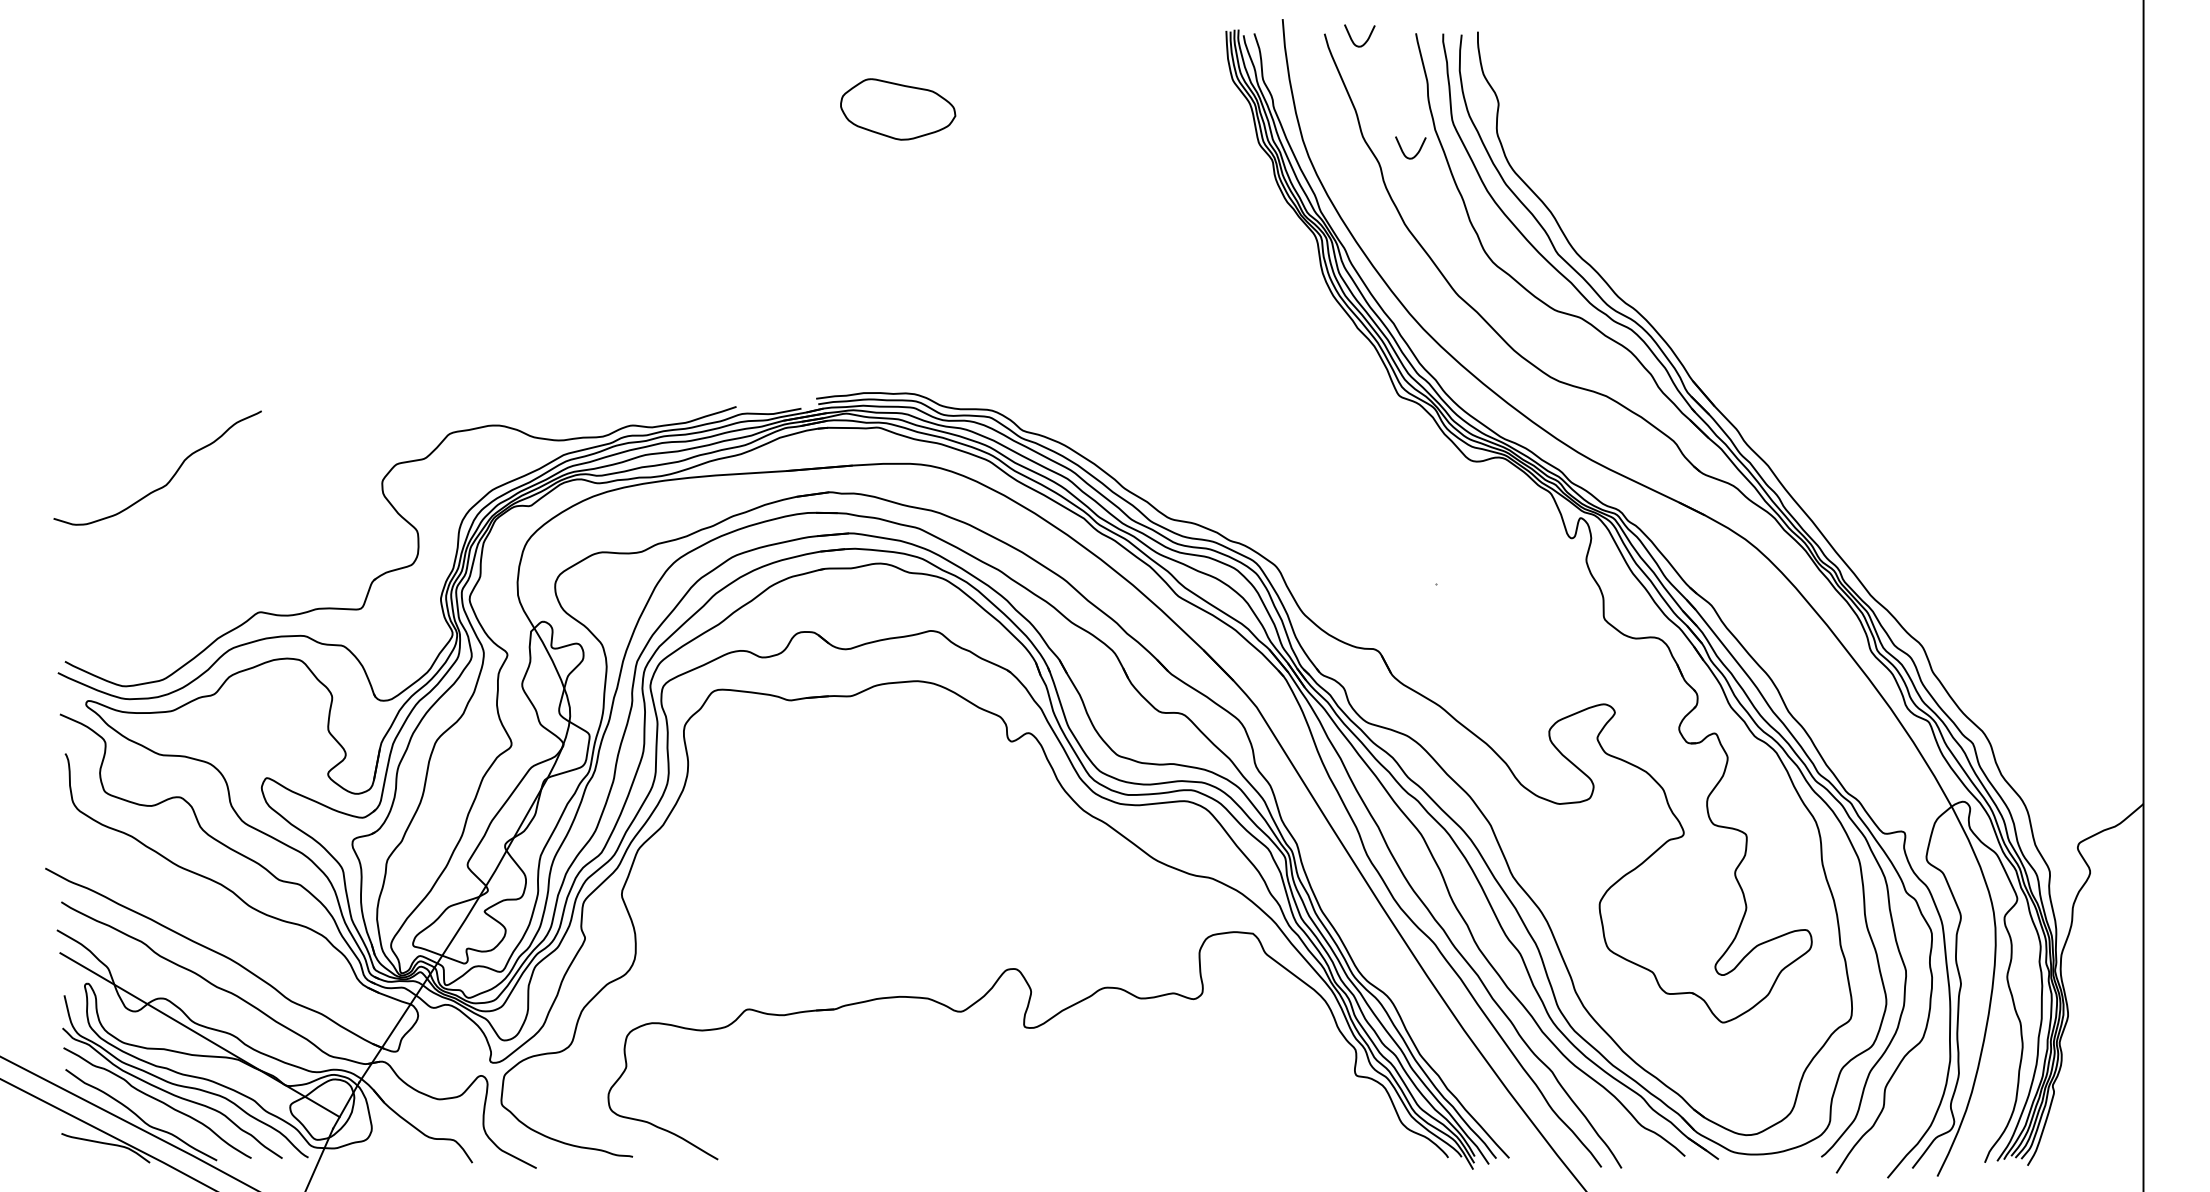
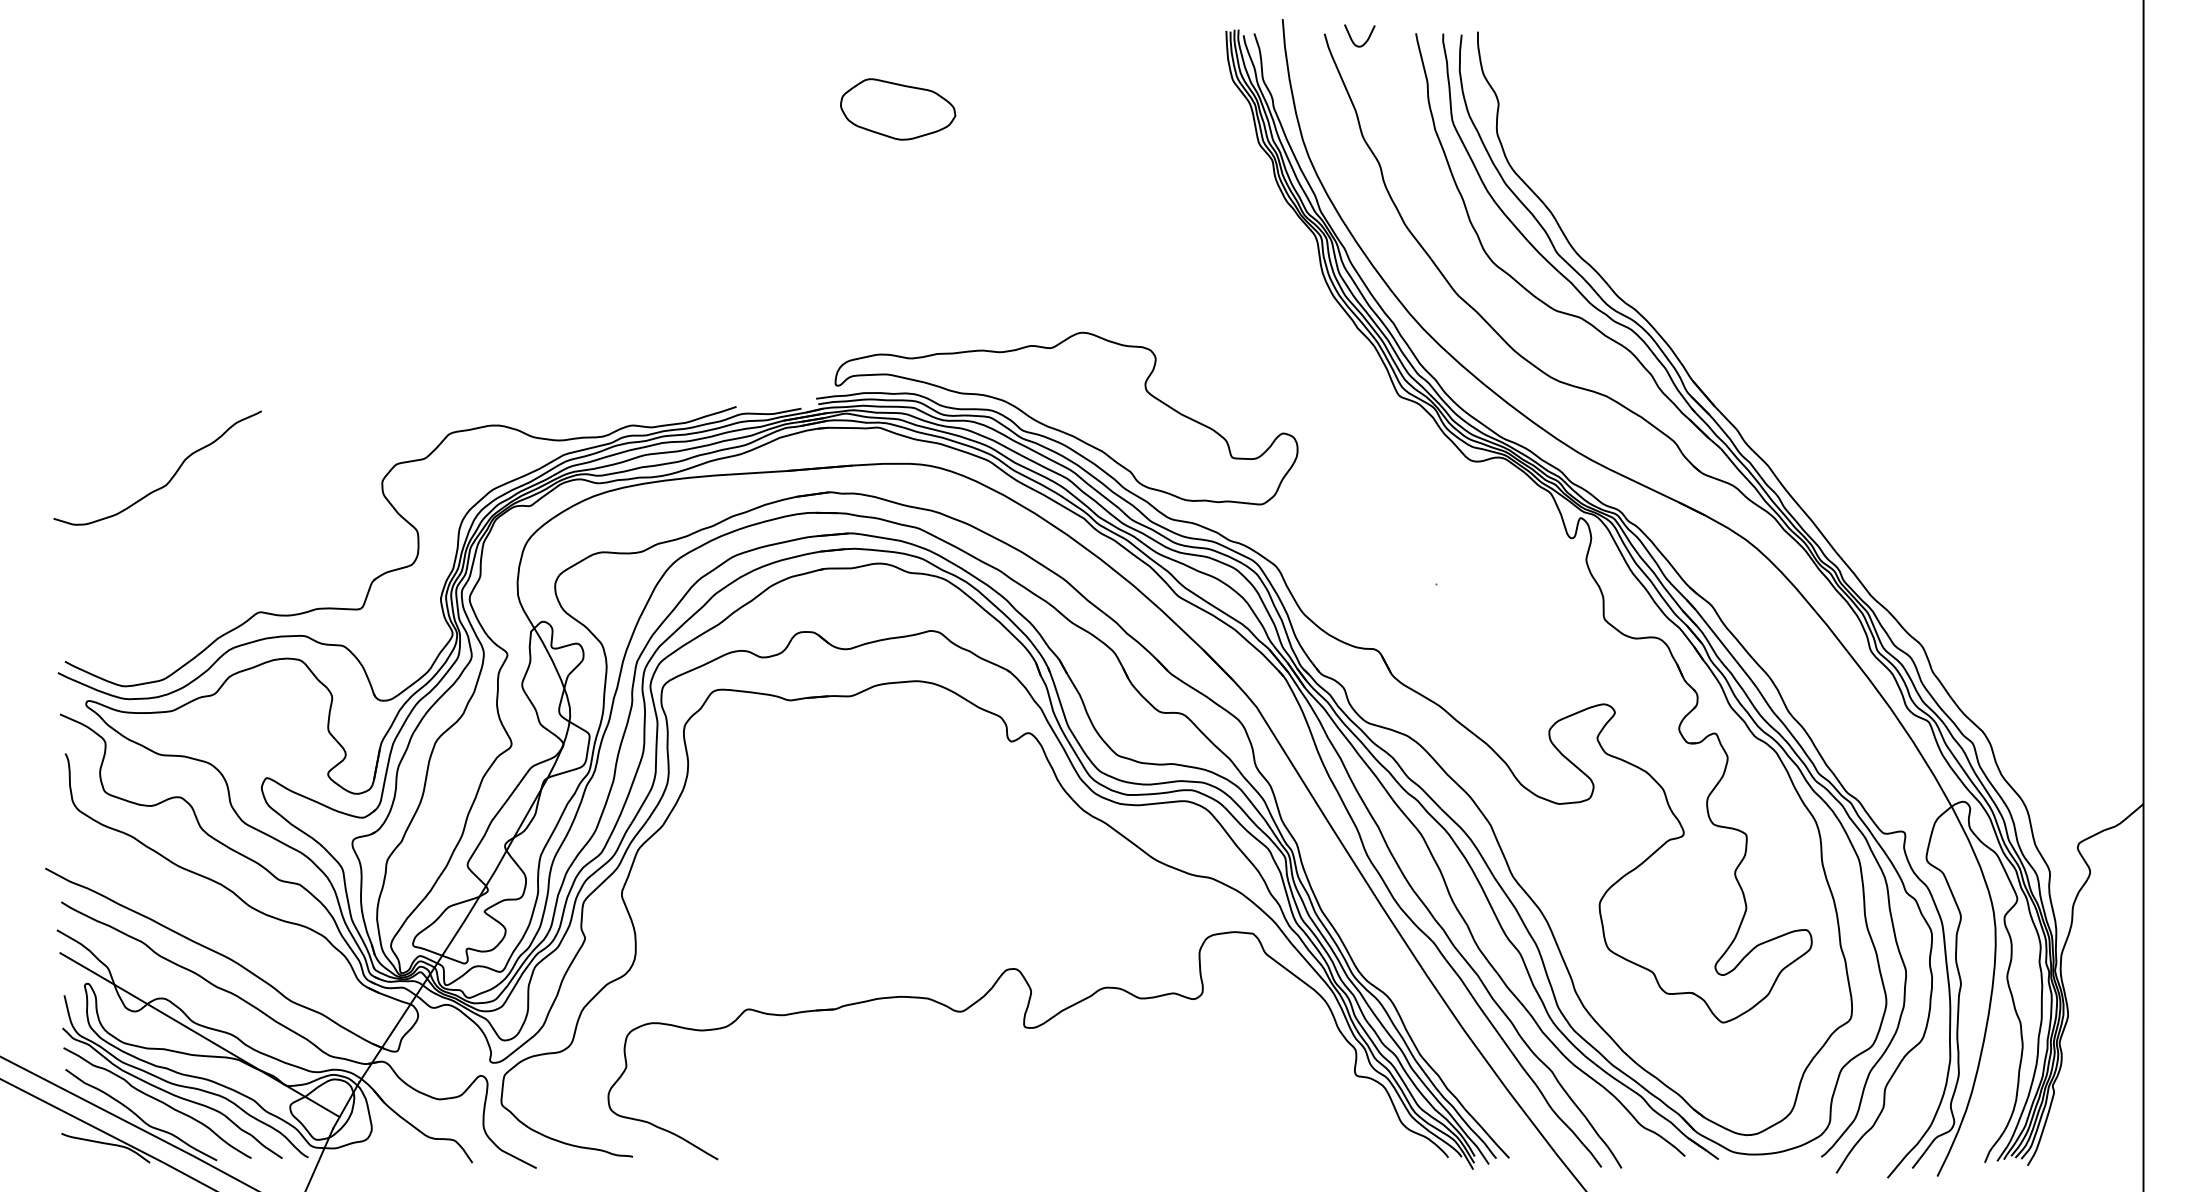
curve at (1403, 151): present -> none
part at (1066, 418): none -> present
